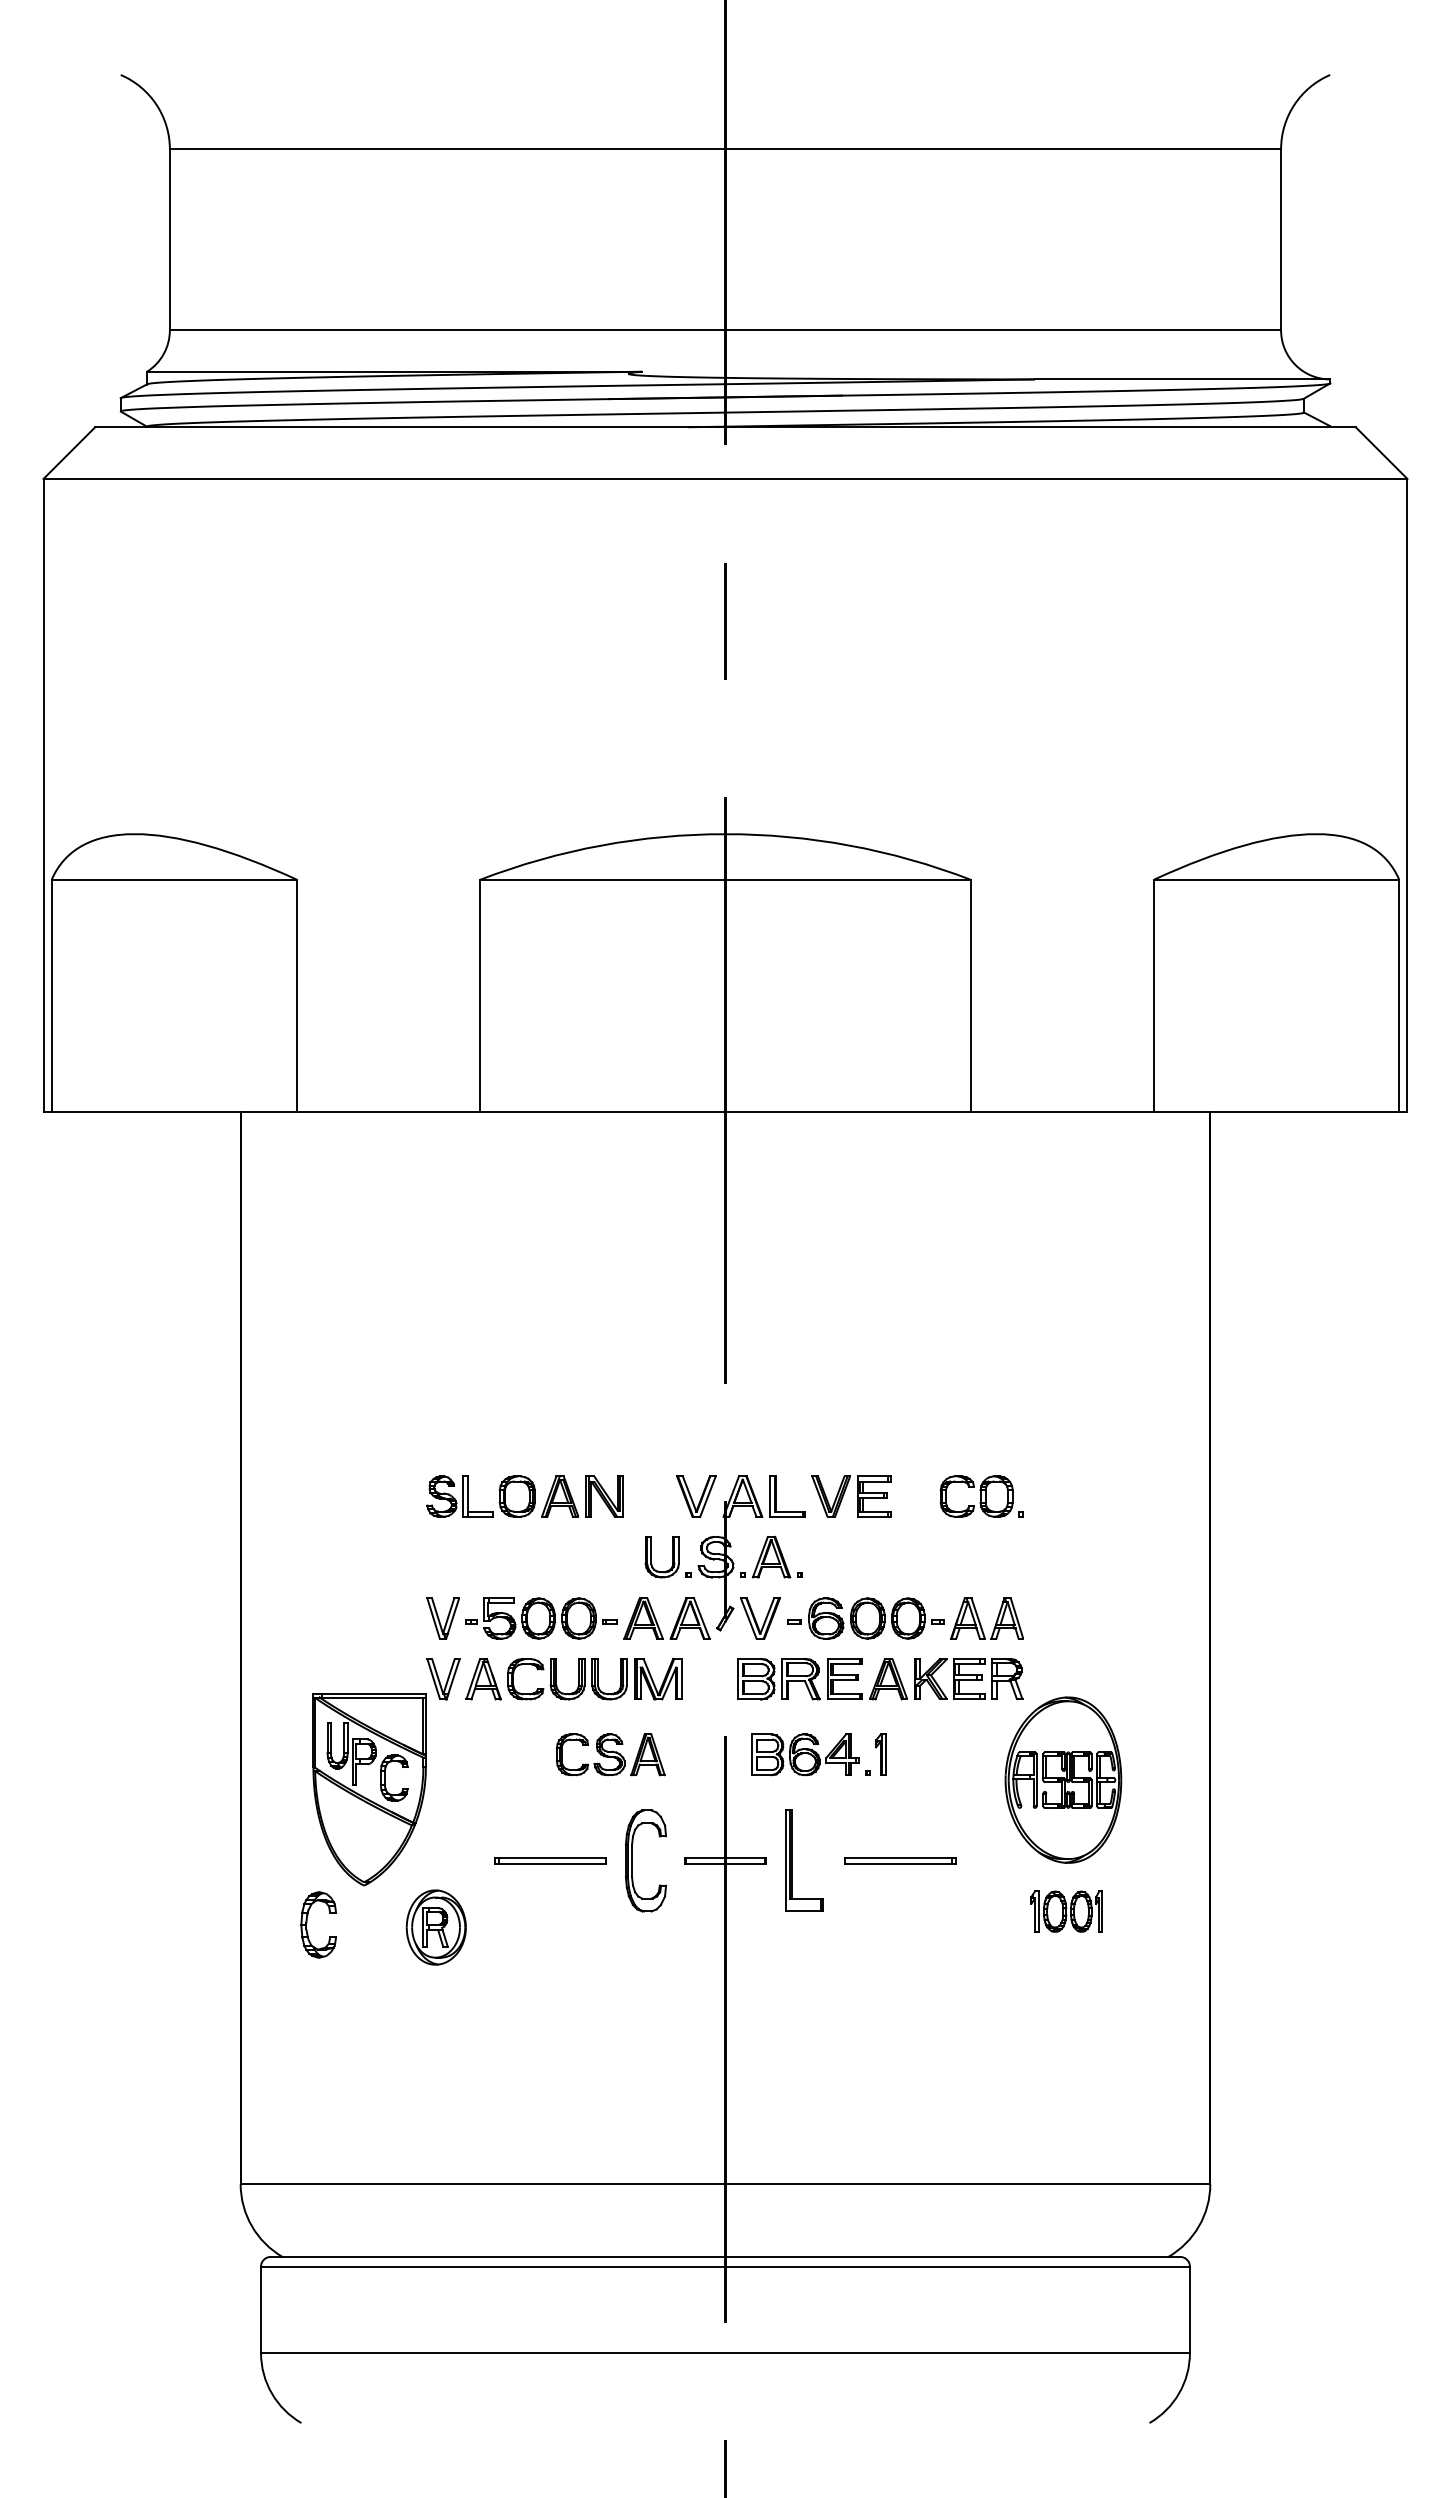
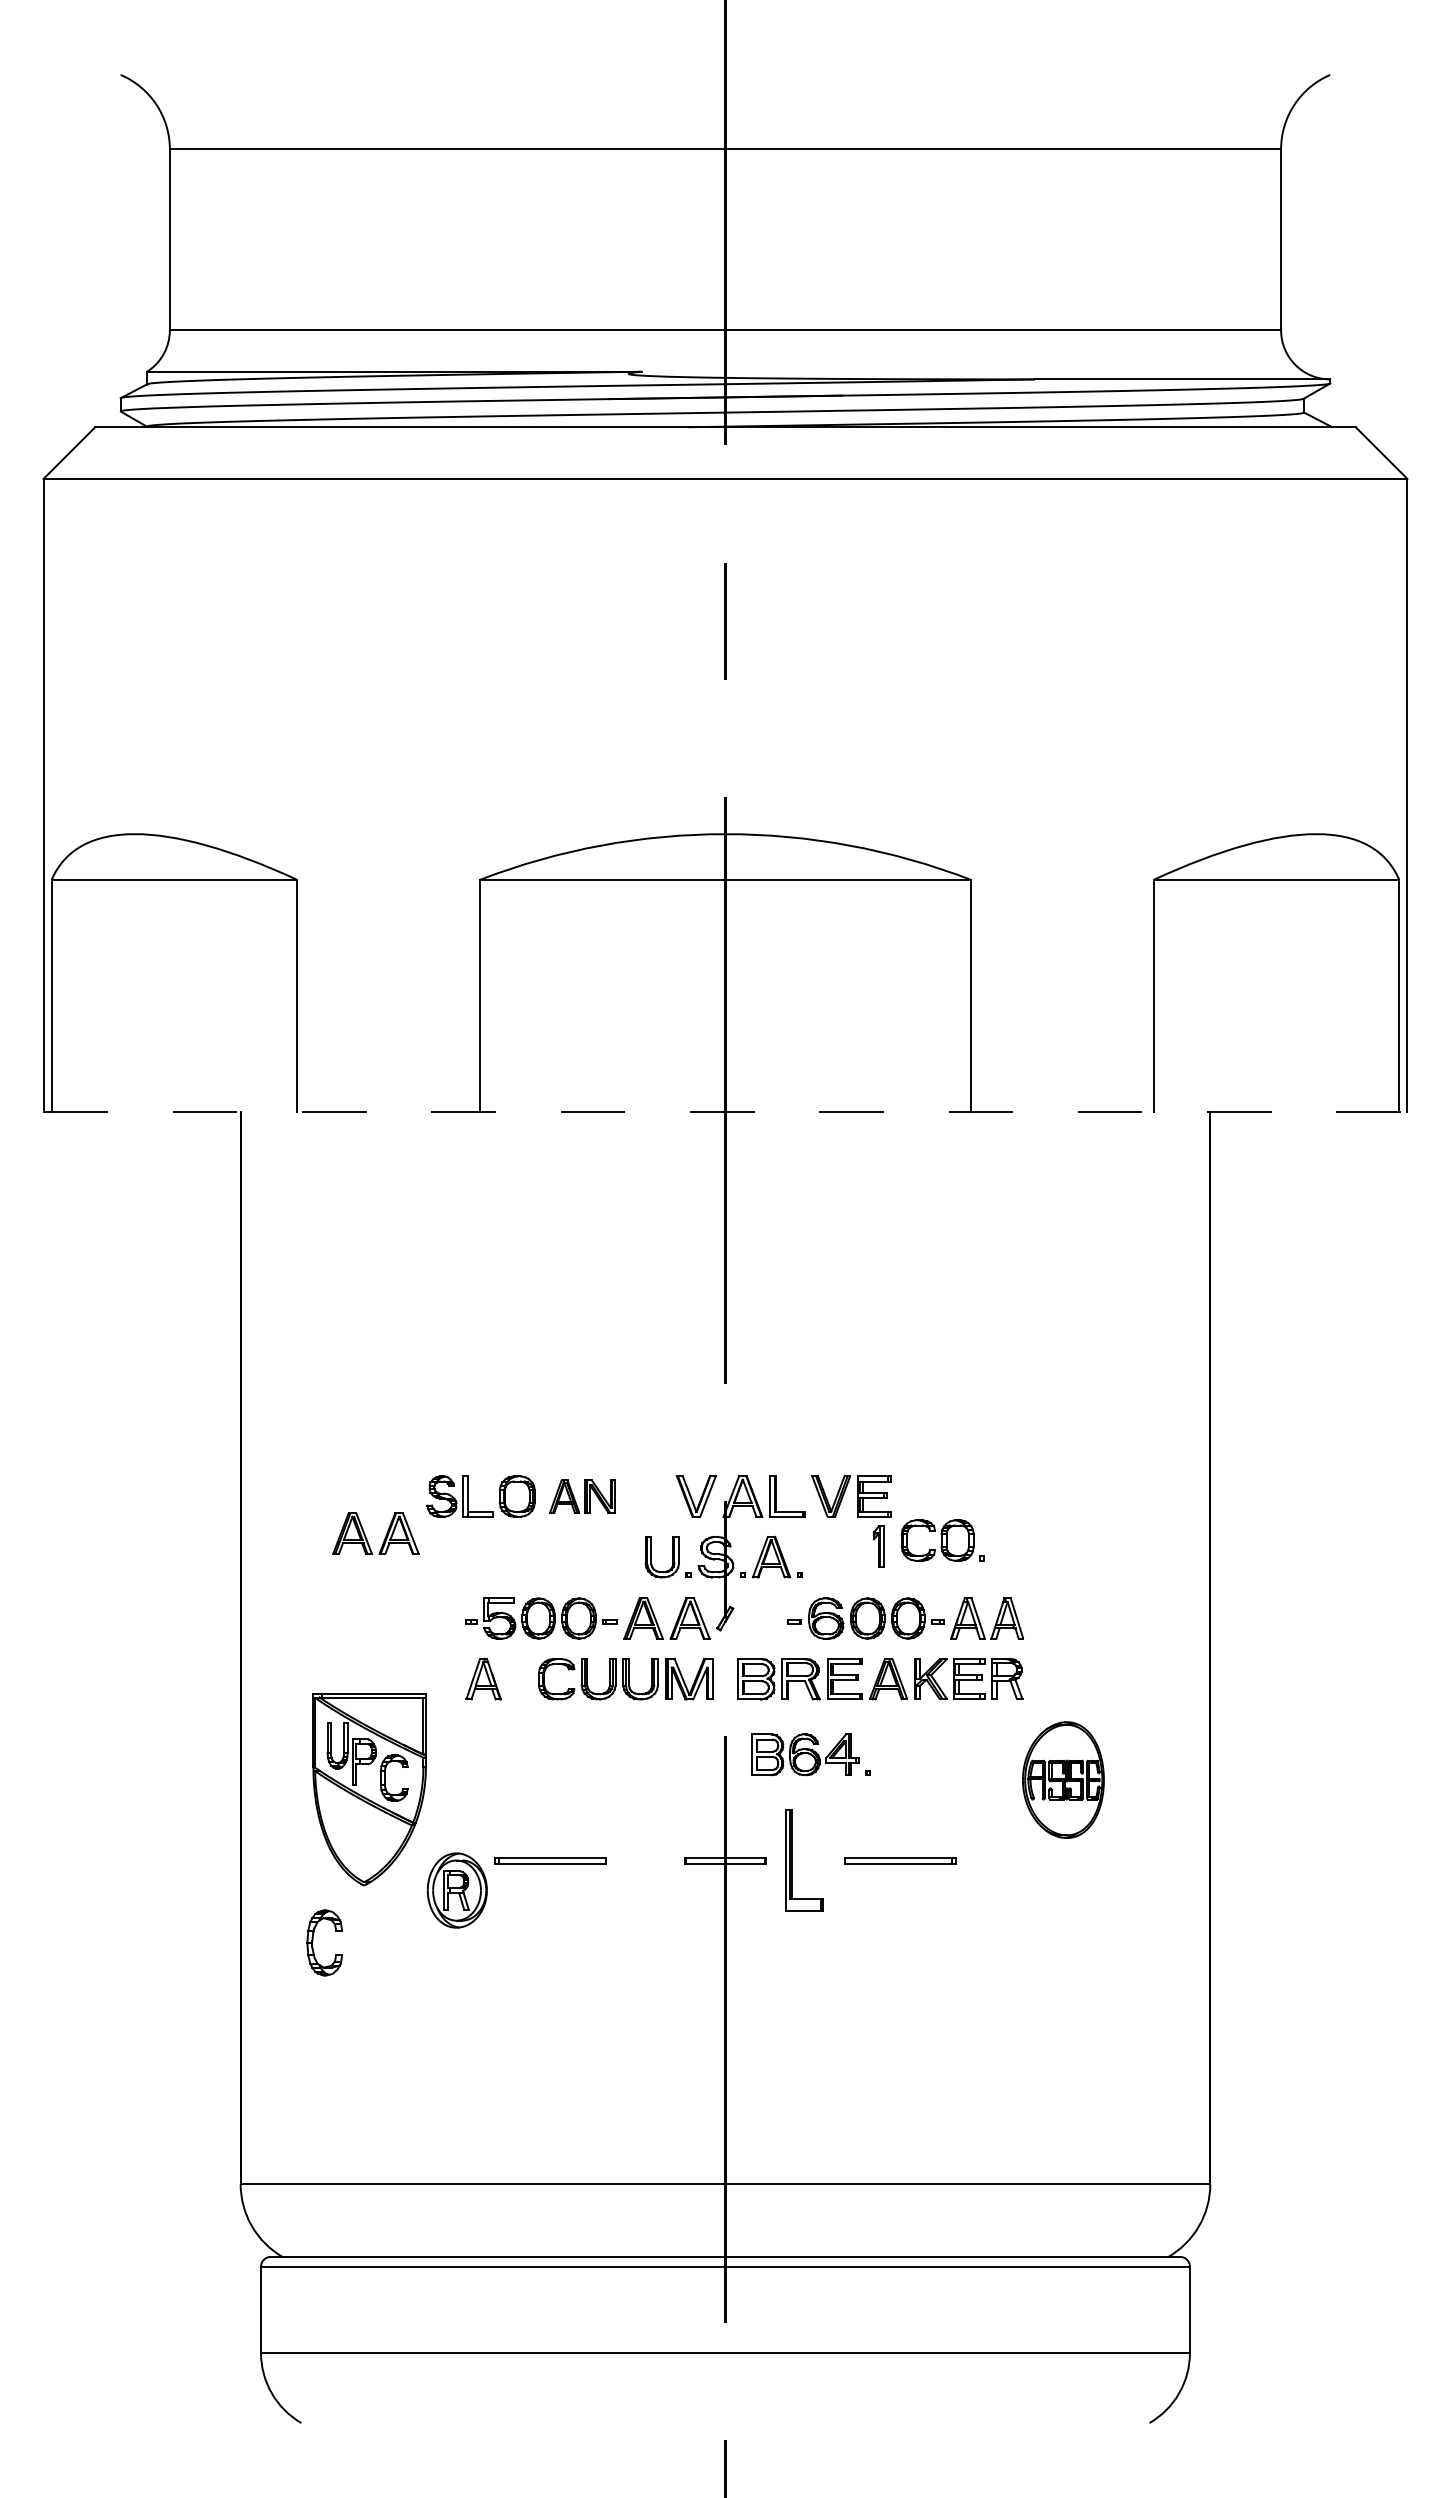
line at (725, 1112): solid -> dashed
part at (582, 1496) size: 83x43 px -> 67x35 px
part at (981, 1496) position: (981, 1496) -> (942, 1540)
part at (366, 1536): none -> present
part at (442, 1618): present -> none
part at (760, 1618): present -> none
part at (443, 1679): present -> none
part at (594, 1679) position: (594, 1679) -> (625, 1679)
part at (610, 1754): present -> none
part at (880, 1754) position: (880, 1754) -> (878, 1546)
part at (1063, 1779) size: 119x168 px -> 83x118 px
part at (632, 1860): present -> none
part at (1066, 1911): present -> none
part at (307, 1923) position: (307, 1923) -> (313, 1941)
part at (435, 1927) position: (435, 1927) -> (456, 1890)
